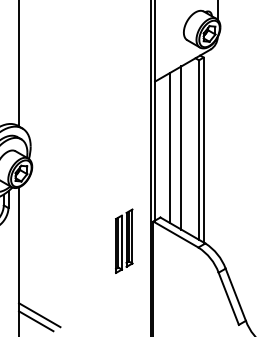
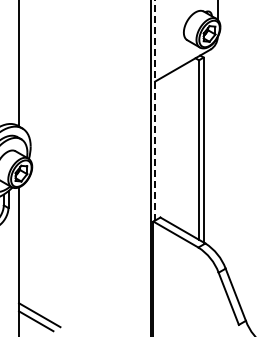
line at (155, 110): solid -> dashed
line at (181, 147): present -> none
line at (170, 148): present -> none
part at (124, 240): present -> none
